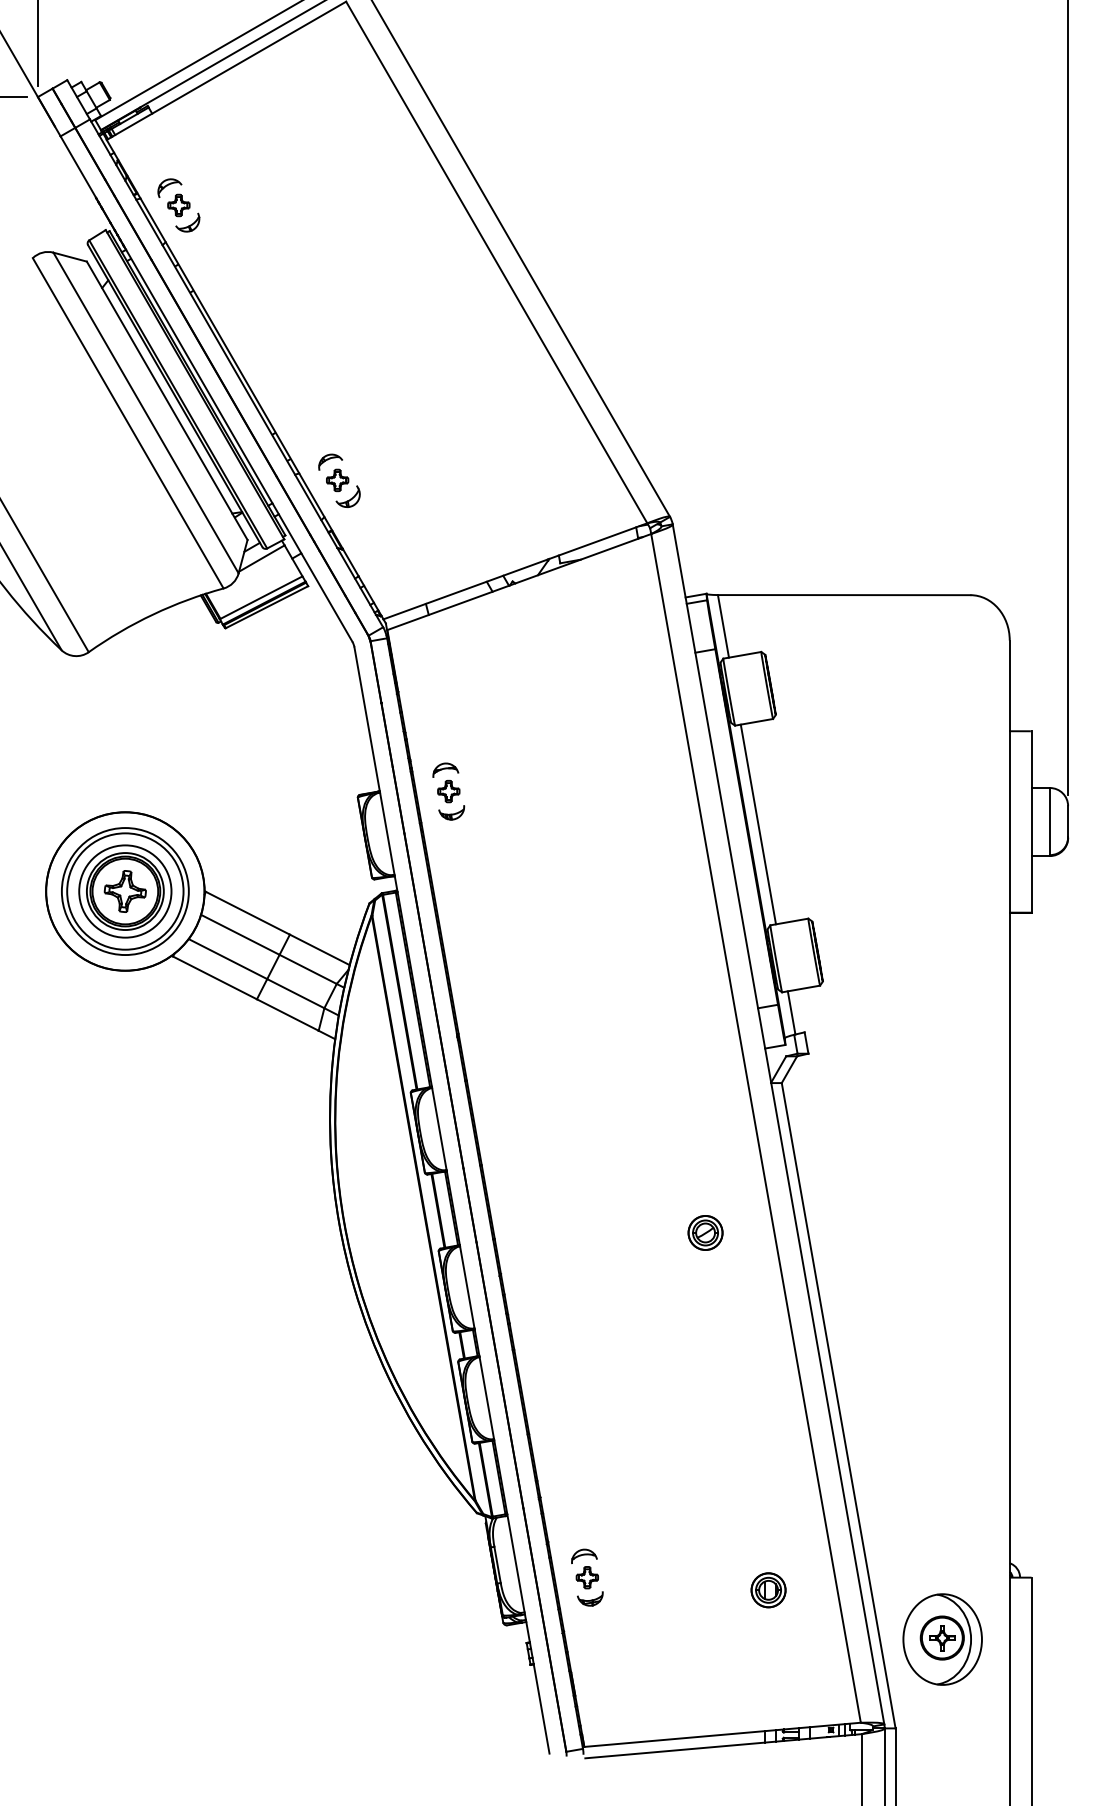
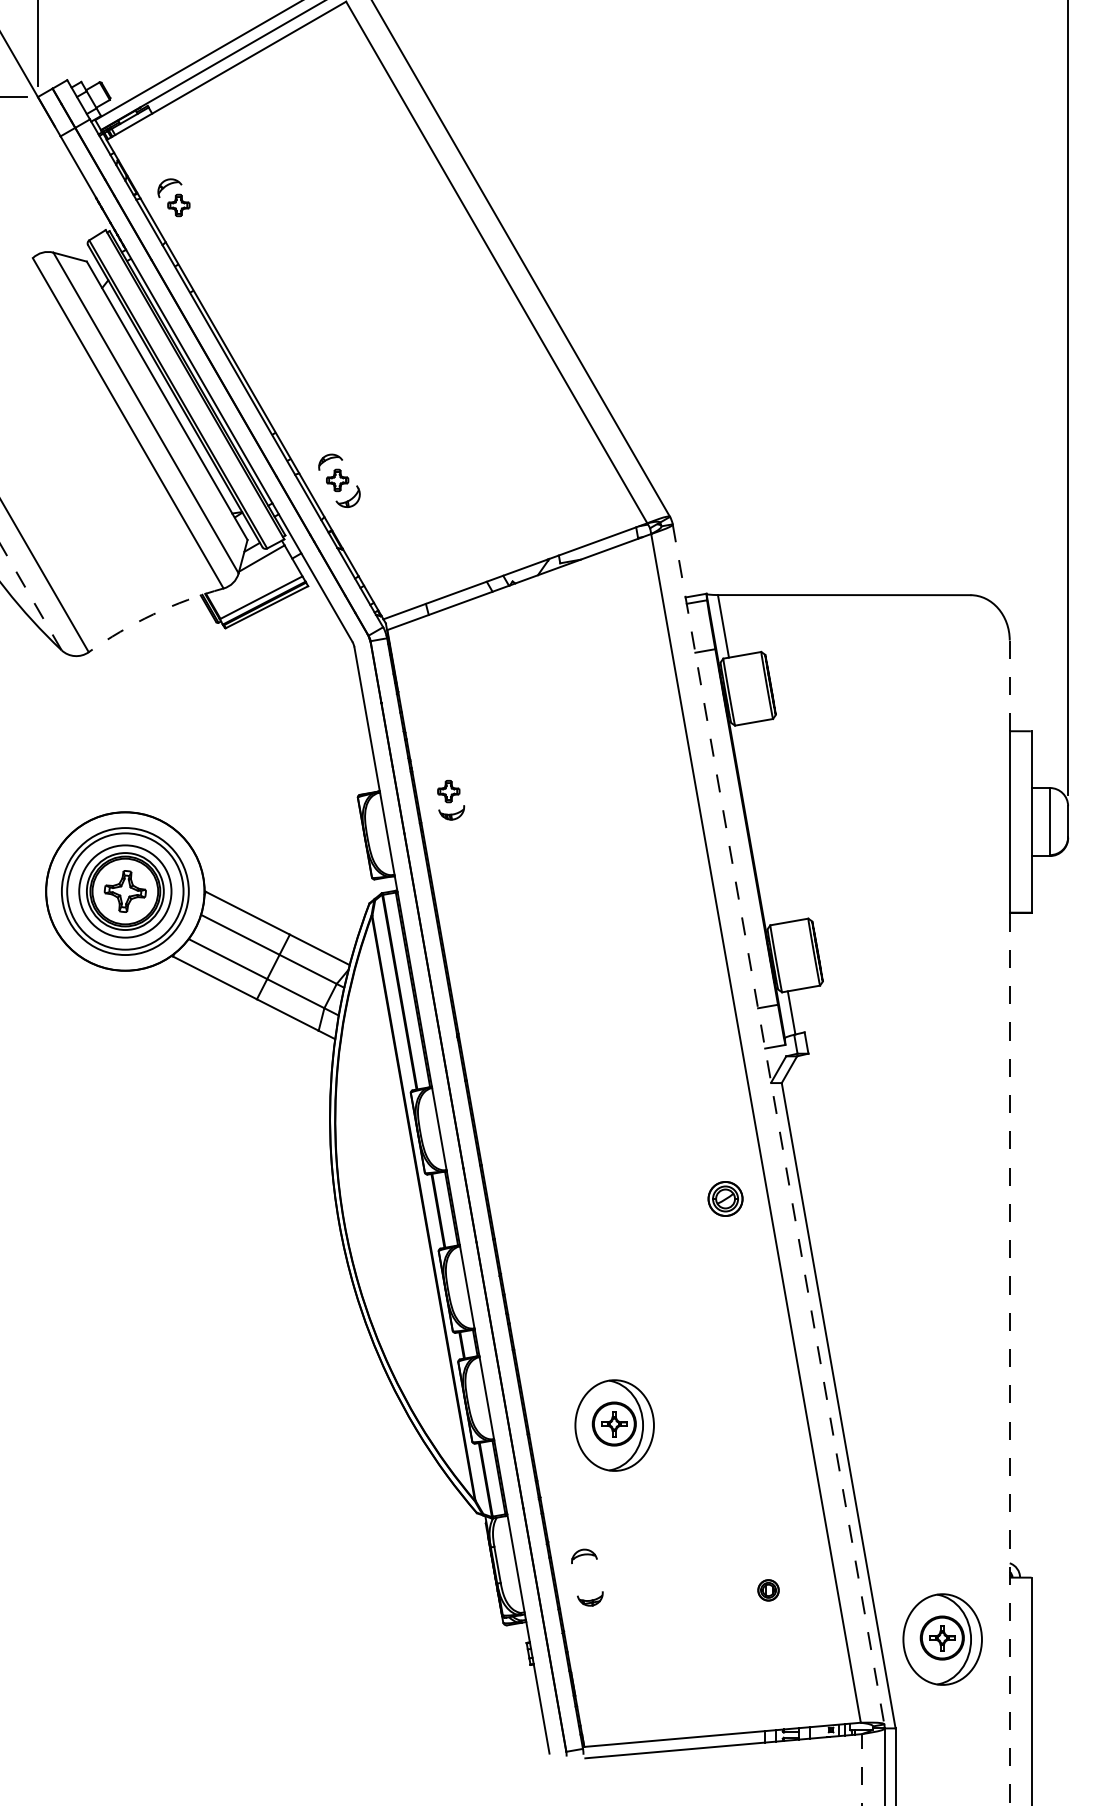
part at (187, 222): present -> none
line at (30, 596): solid -> dashed
arc at (153, 614): solid -> dashed
line at (1009, 685): solid -> dashed
part at (445, 769): present -> none
line at (758, 824): present -> none
line at (778, 1124): solid -> dashed
part at (705, 1232) position: (705, 1232) -> (725, 1198)
line at (1009, 1358): solid -> dashed
part at (614, 1425): none -> present
part at (586, 1577): present -> none
part at (768, 1590) size: 37x37 px -> 23x23 px
line at (861, 1769): solid -> dashed
